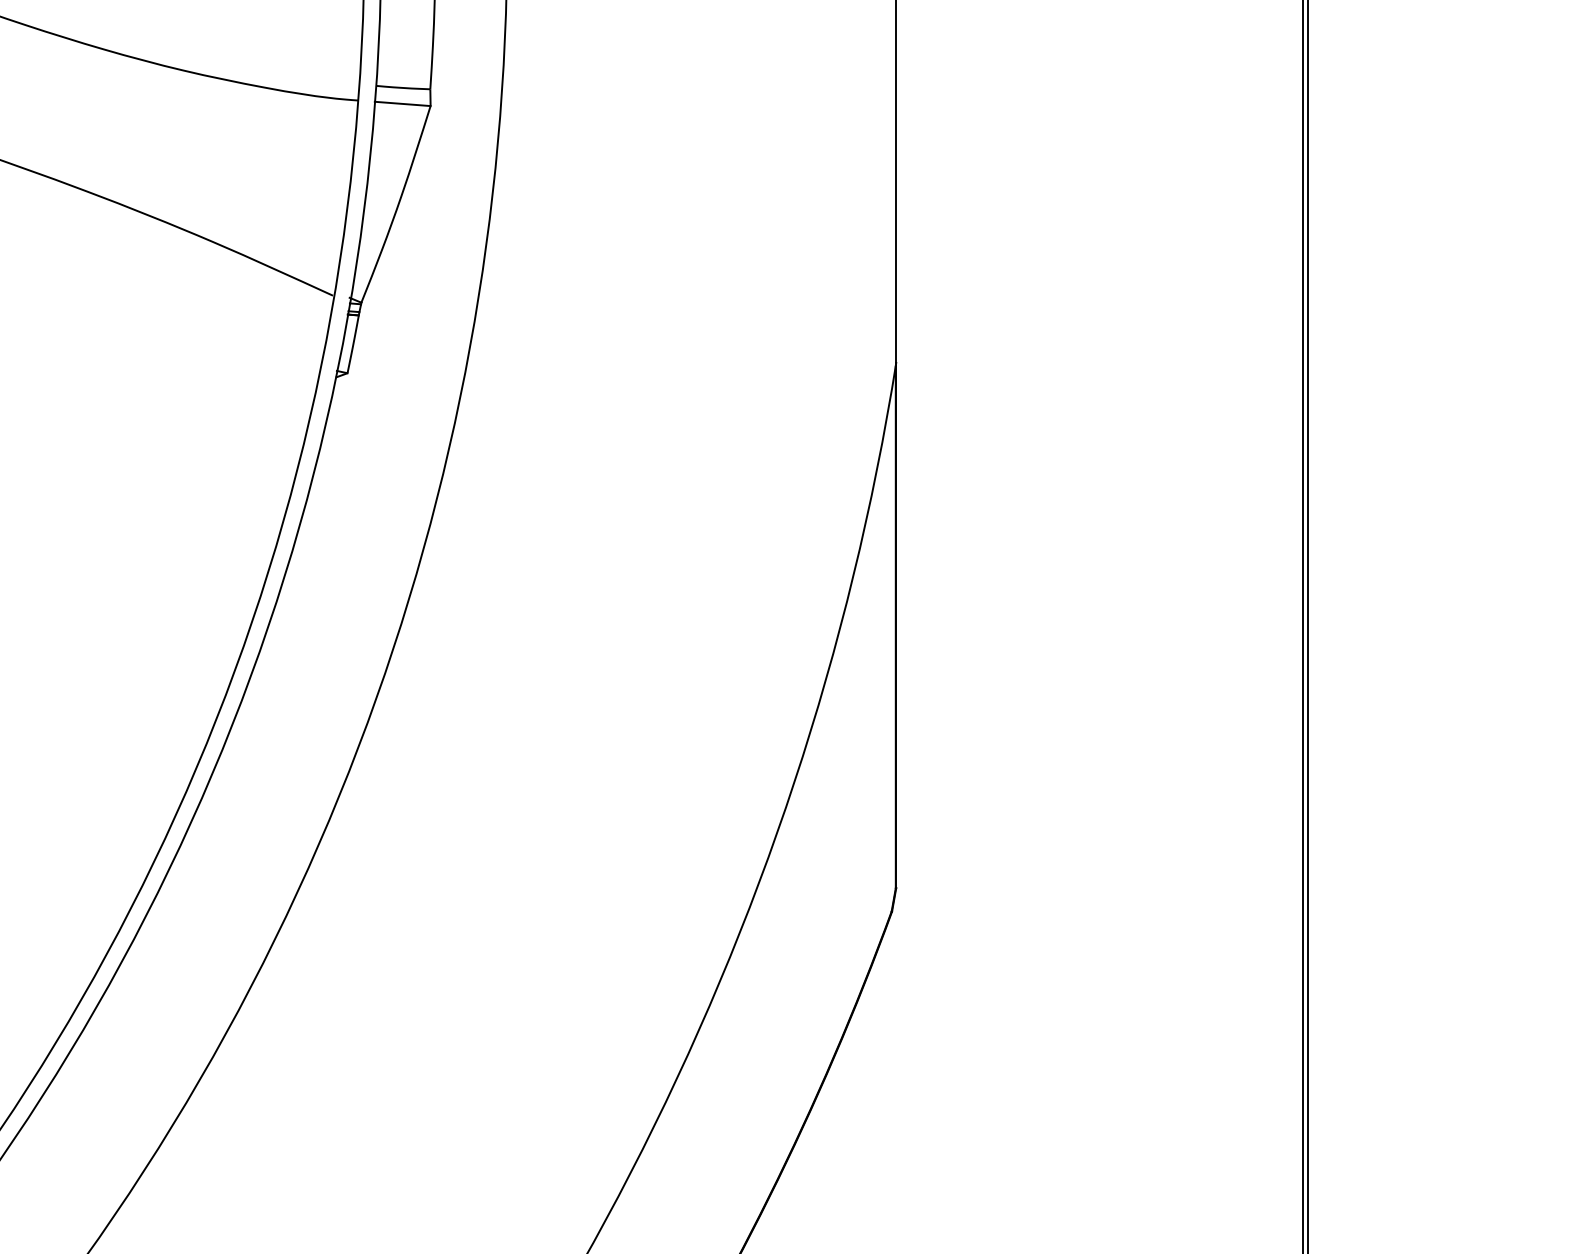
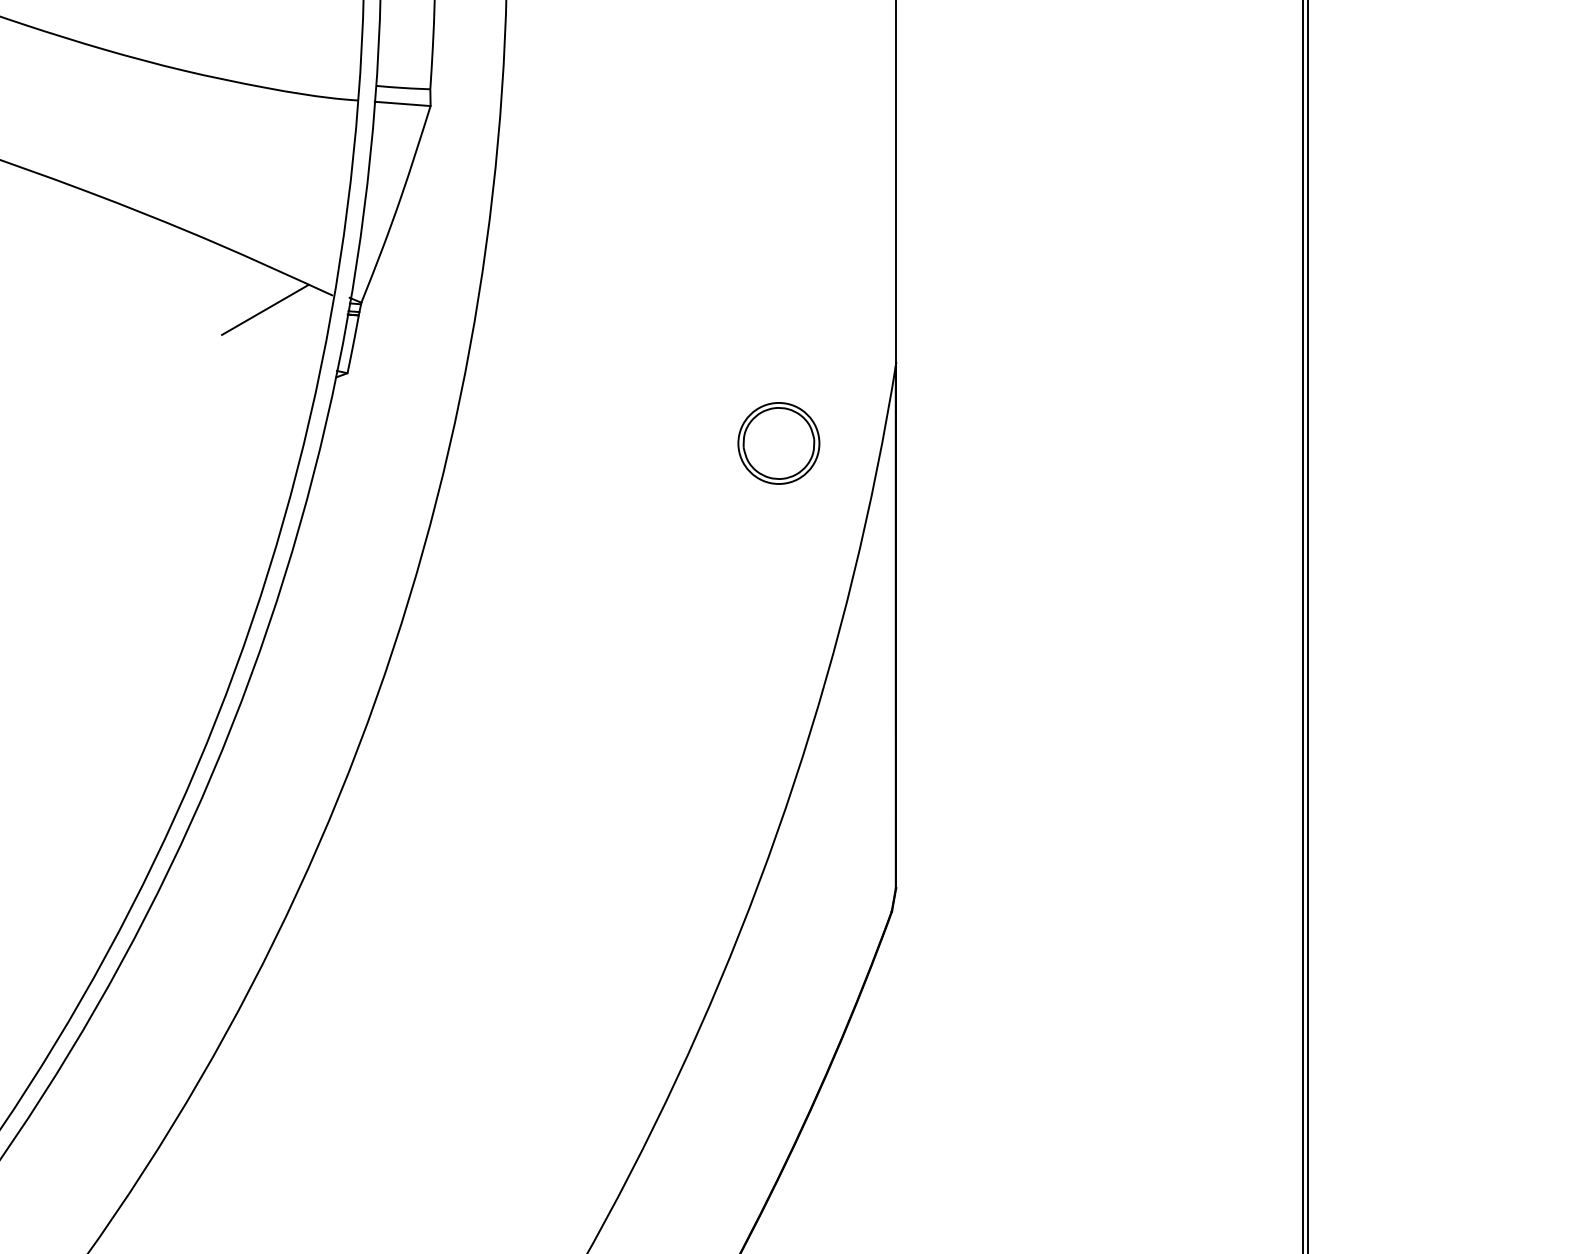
line at (265, 309): none -> present
part at (778, 443): none -> present
